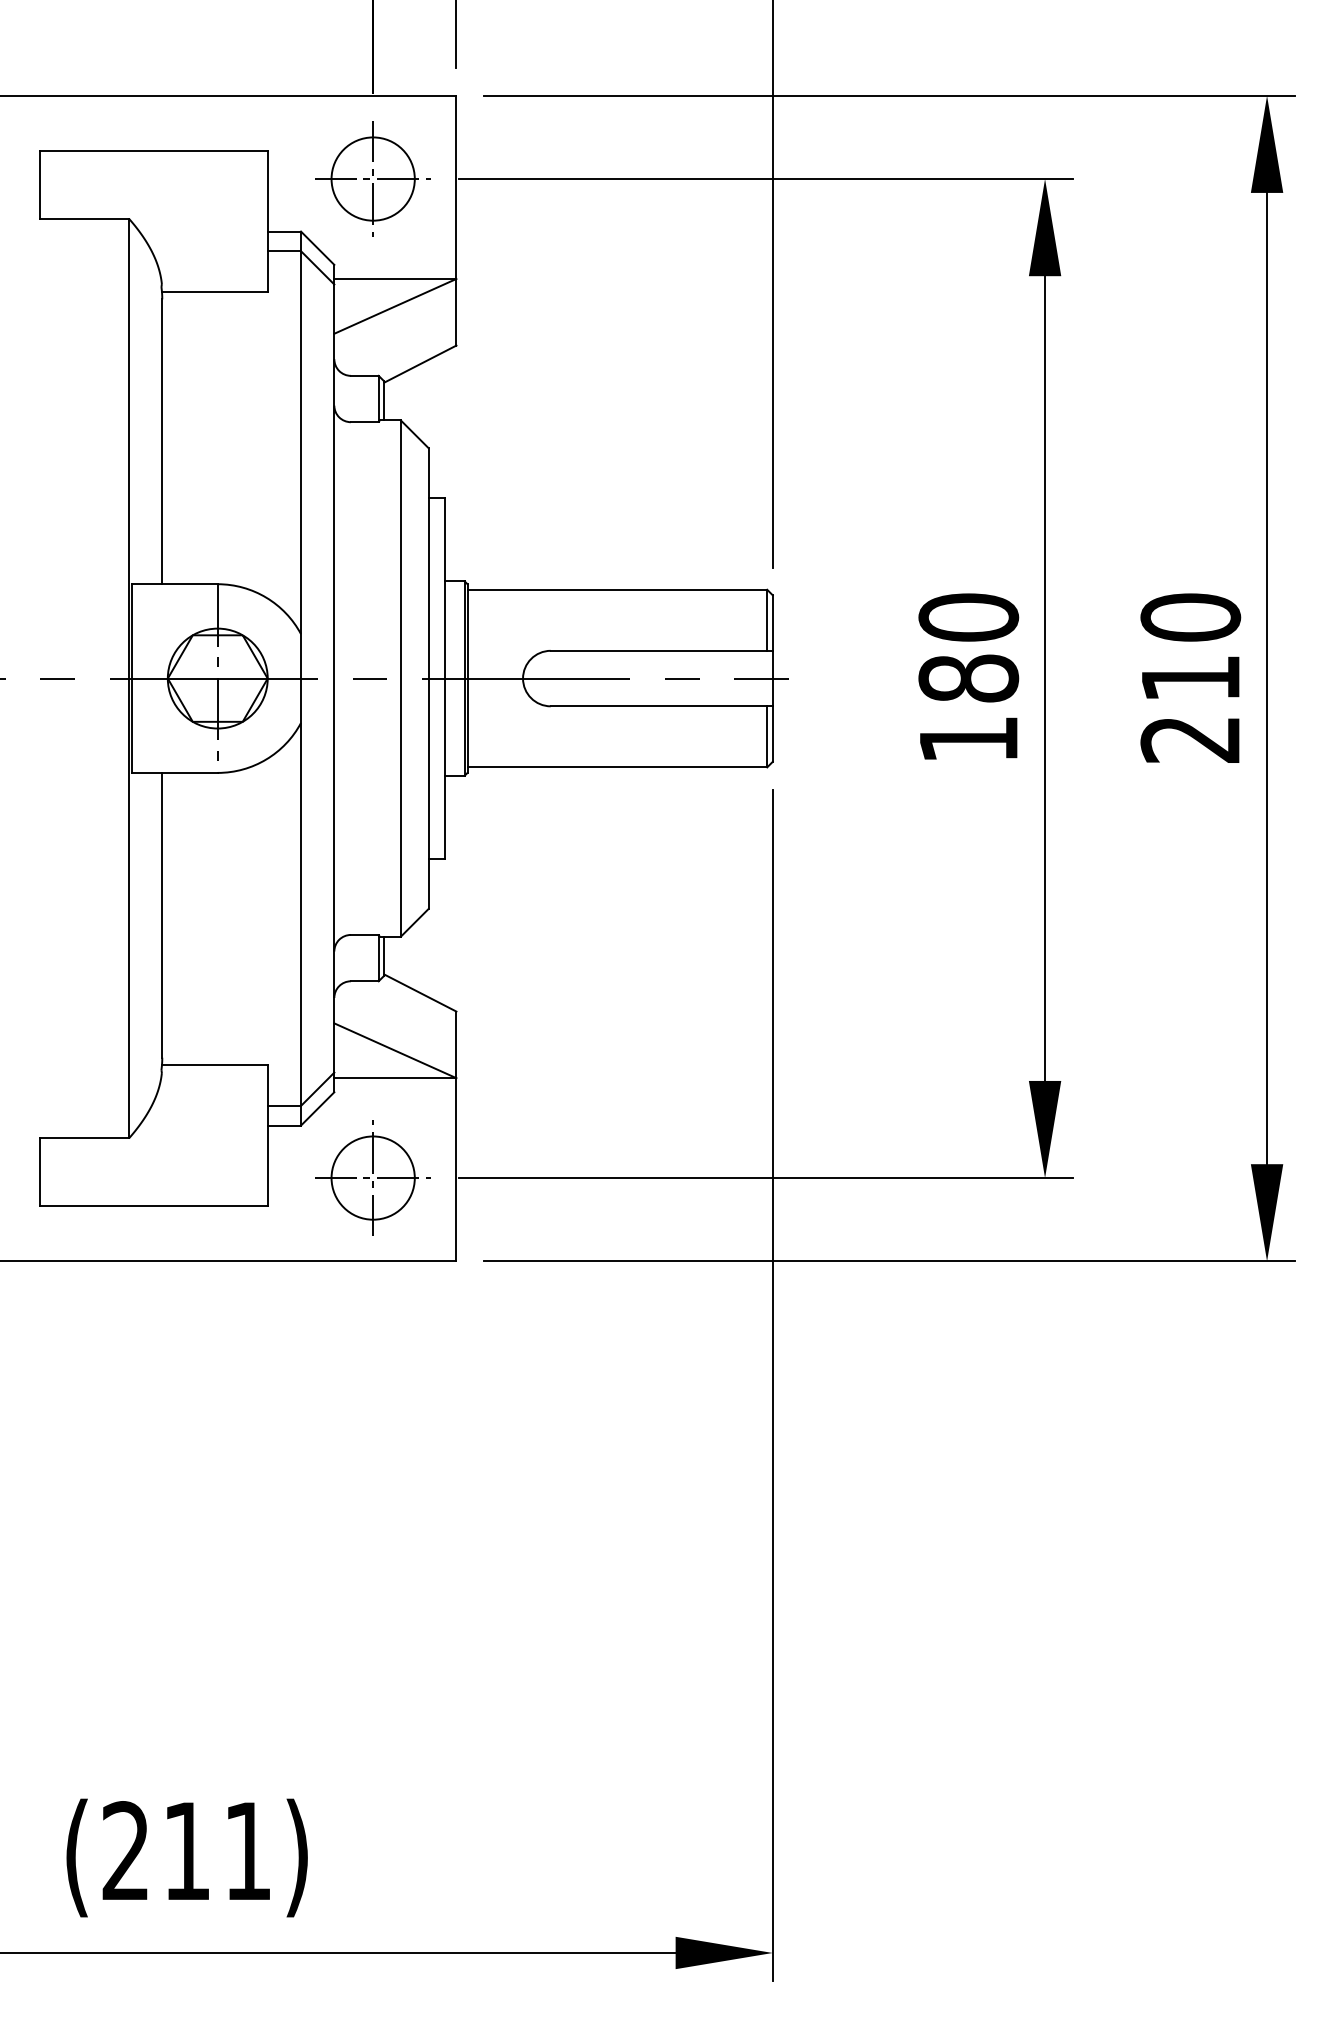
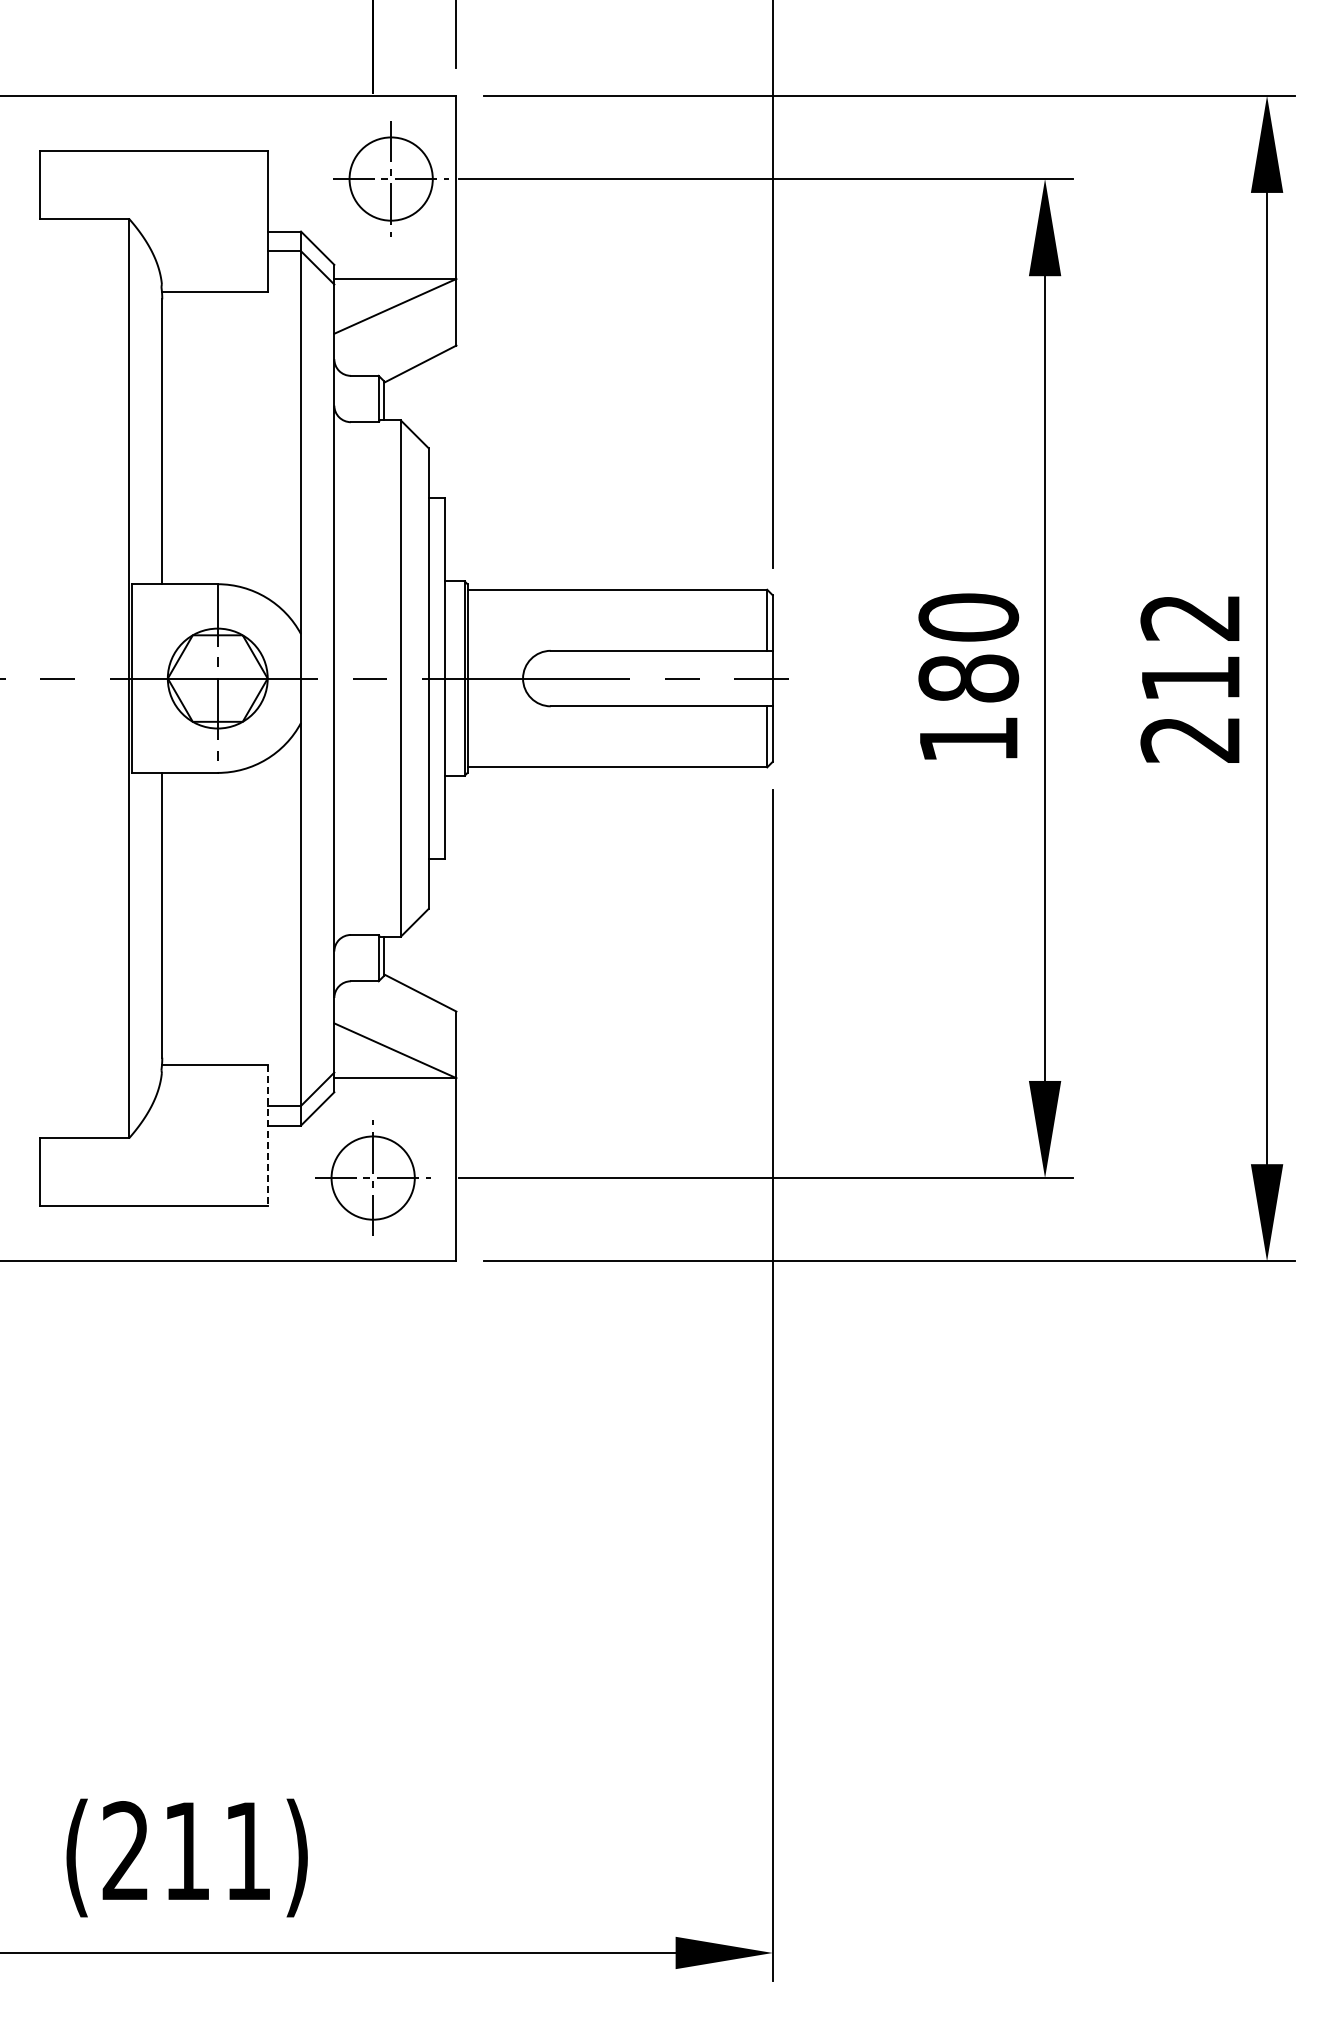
part at (372, 178) position: (372, 178) -> (390, 178)
text at (1190, 617): 210 -> 212
line at (267, 1136): solid -> dashed
